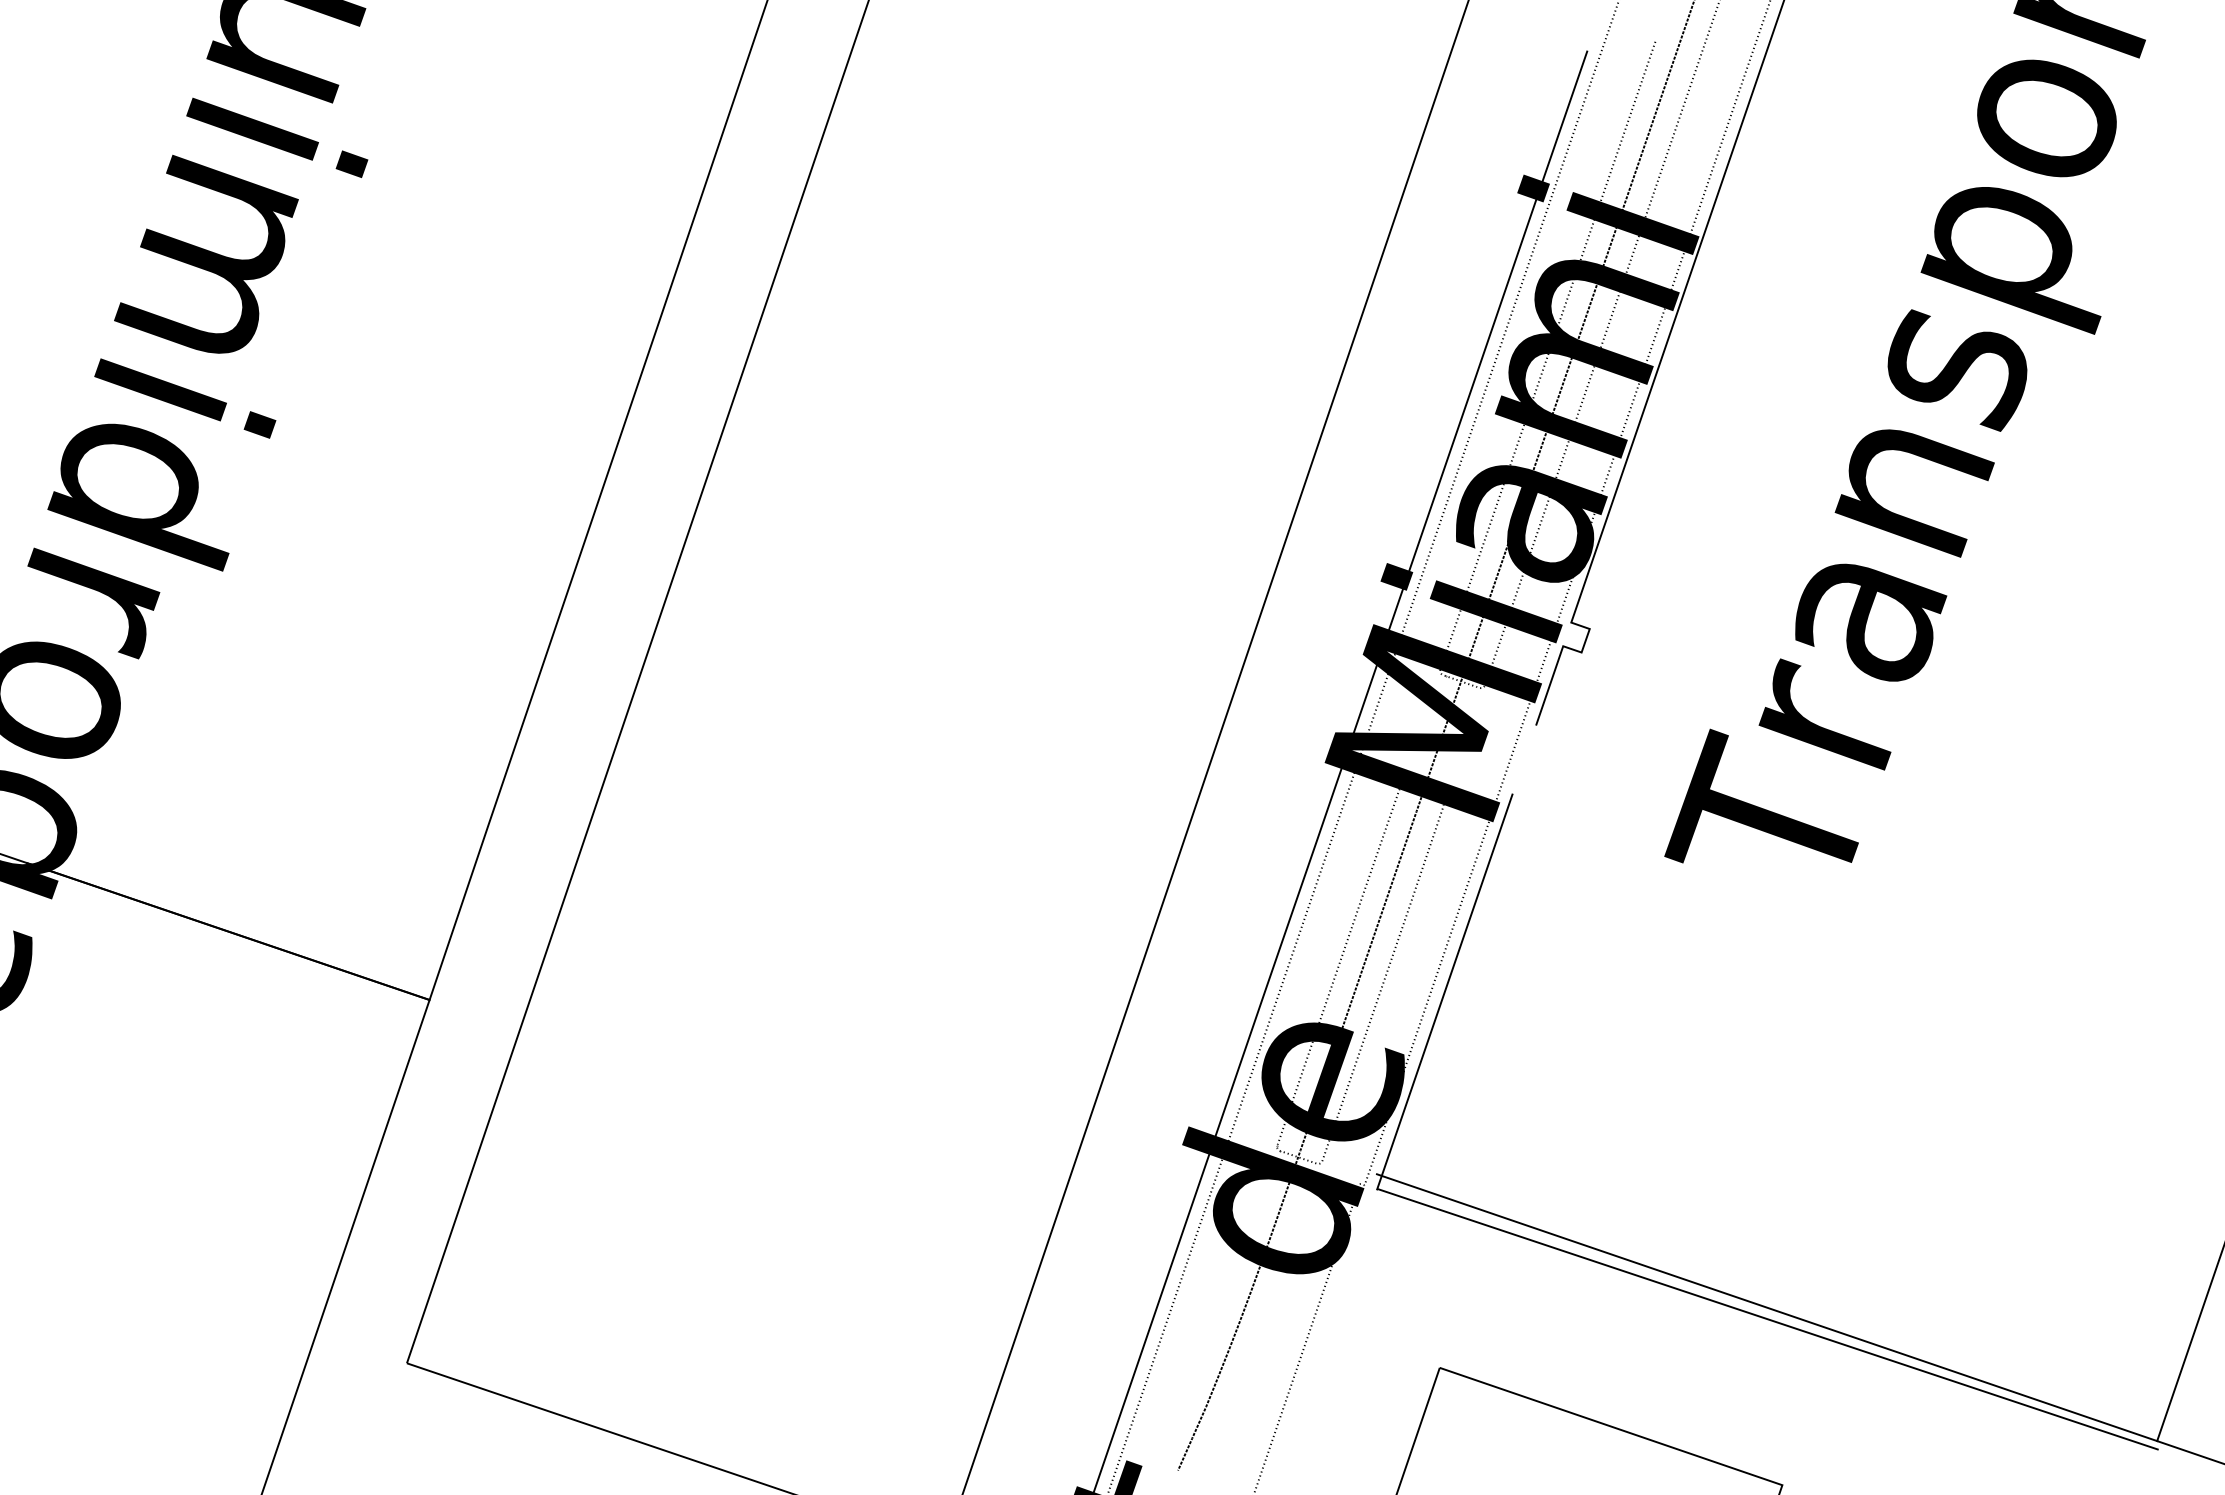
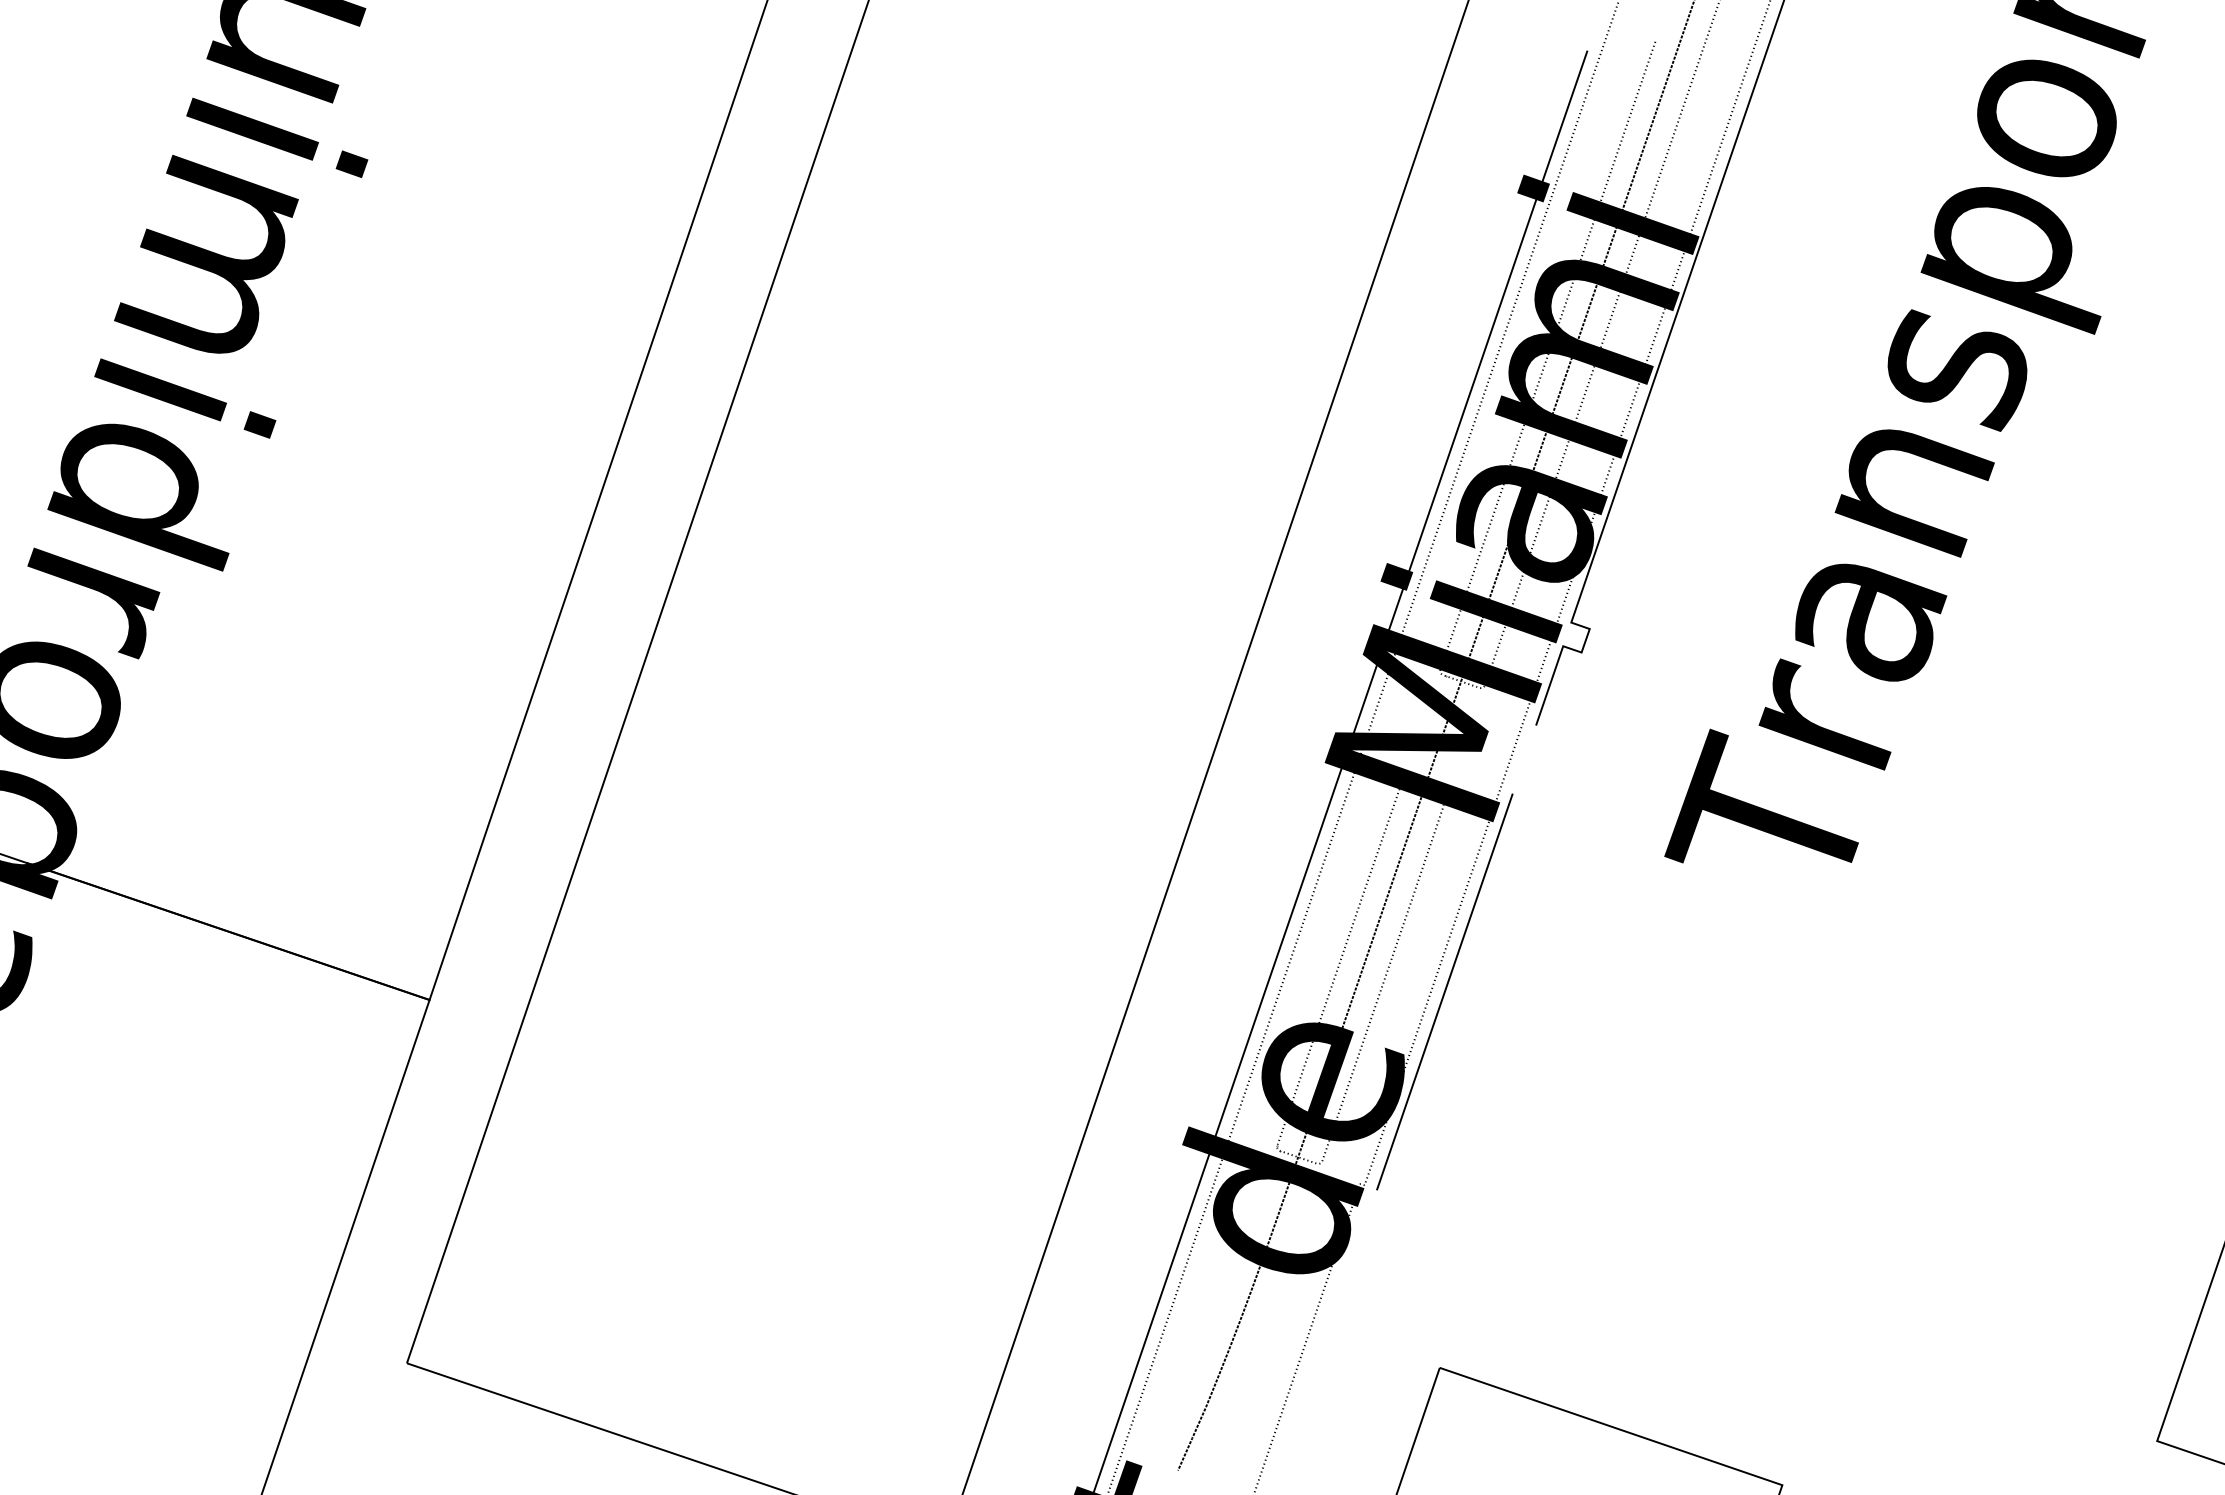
line at (1766, 1307): present -> none
line at (1767, 1319): present -> none
